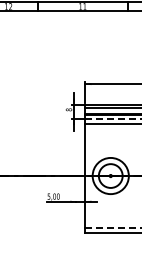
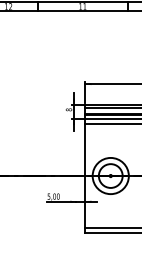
line at (113, 119): dashed -> solid
line at (113, 227): dashed -> solid
